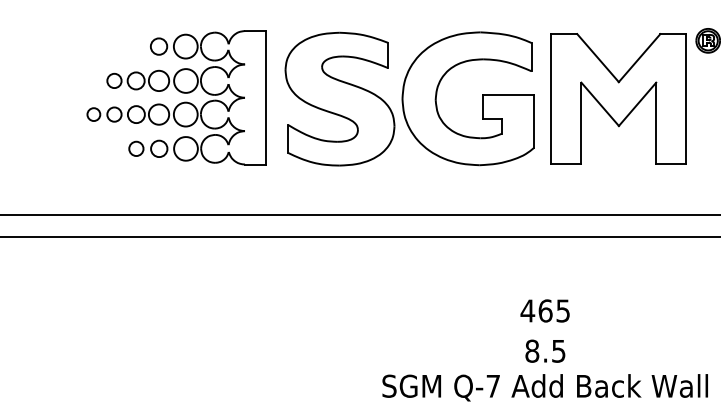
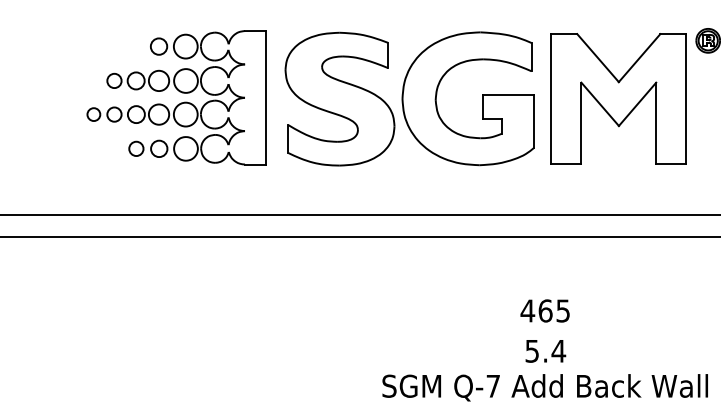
text at (545, 350): 8.5 -> 5.4
